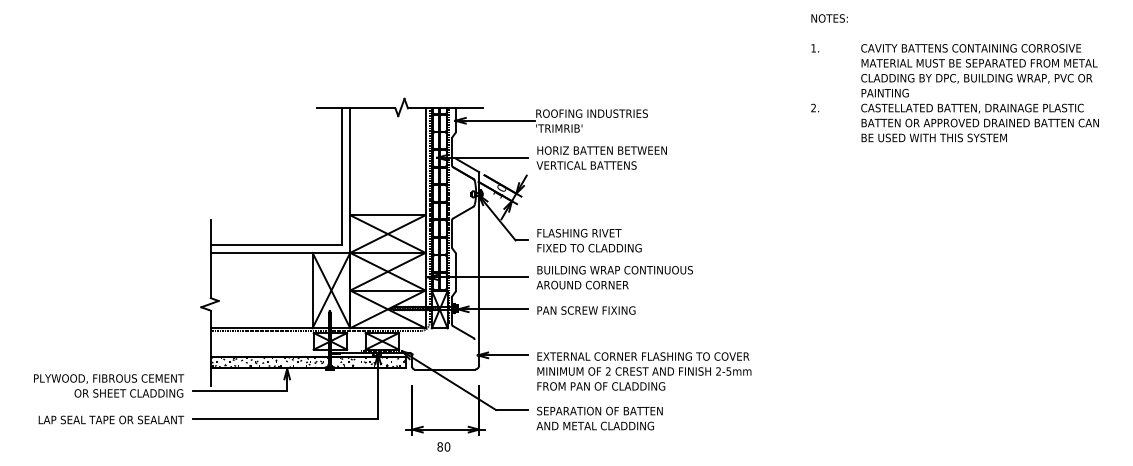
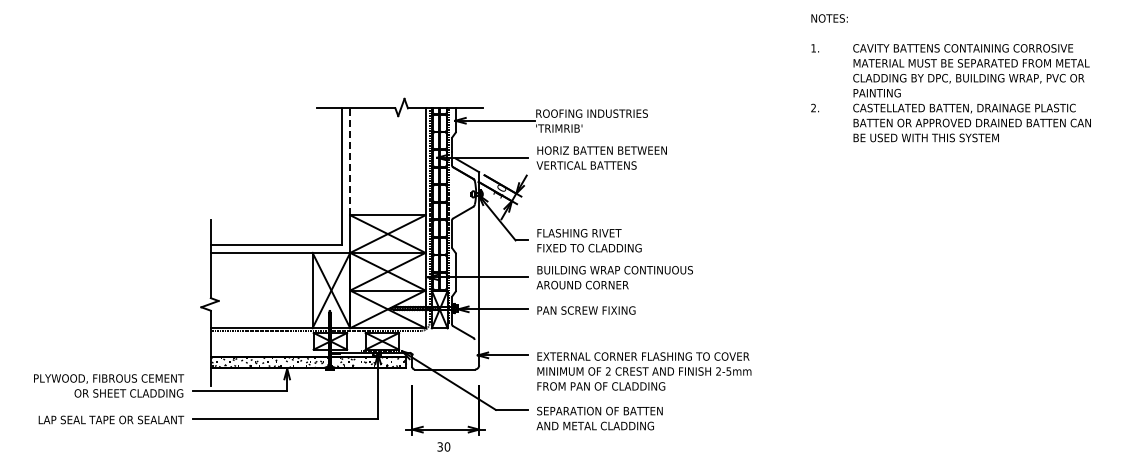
text at (979, 93) position: (979, 93) -> (971, 93)
line at (350, 161): solid -> dashed
text at (439, 446): 80 -> 30
